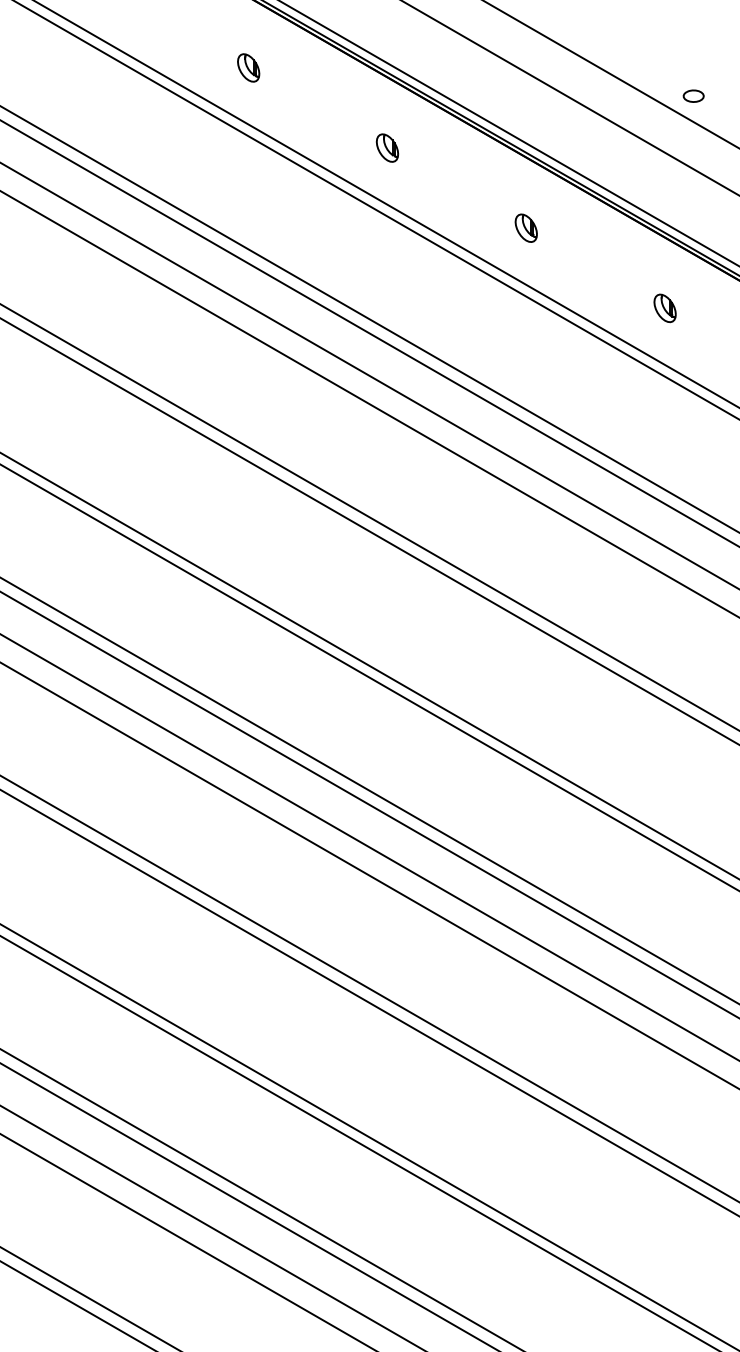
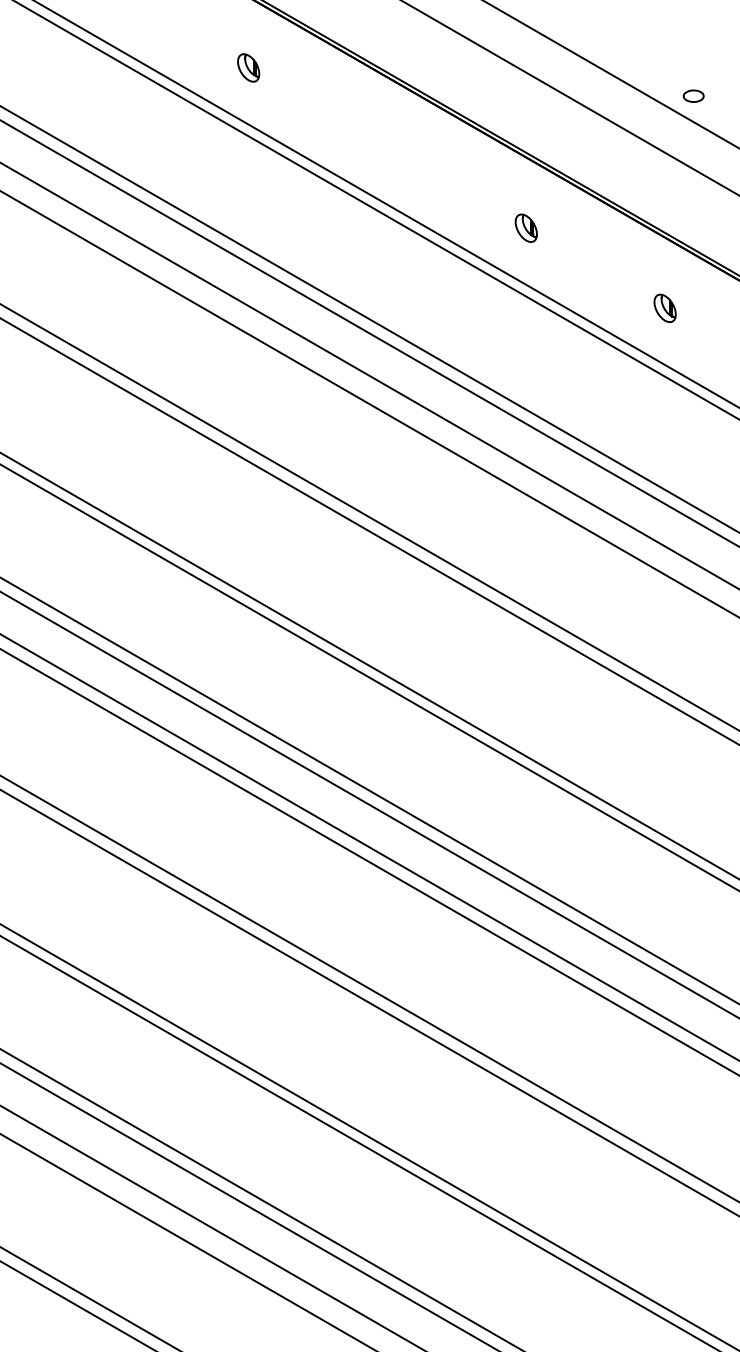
line at (509, 133): present -> none
part at (387, 147): present -> none
line at (369, 875) position: (369, 875) -> (369, 861)
